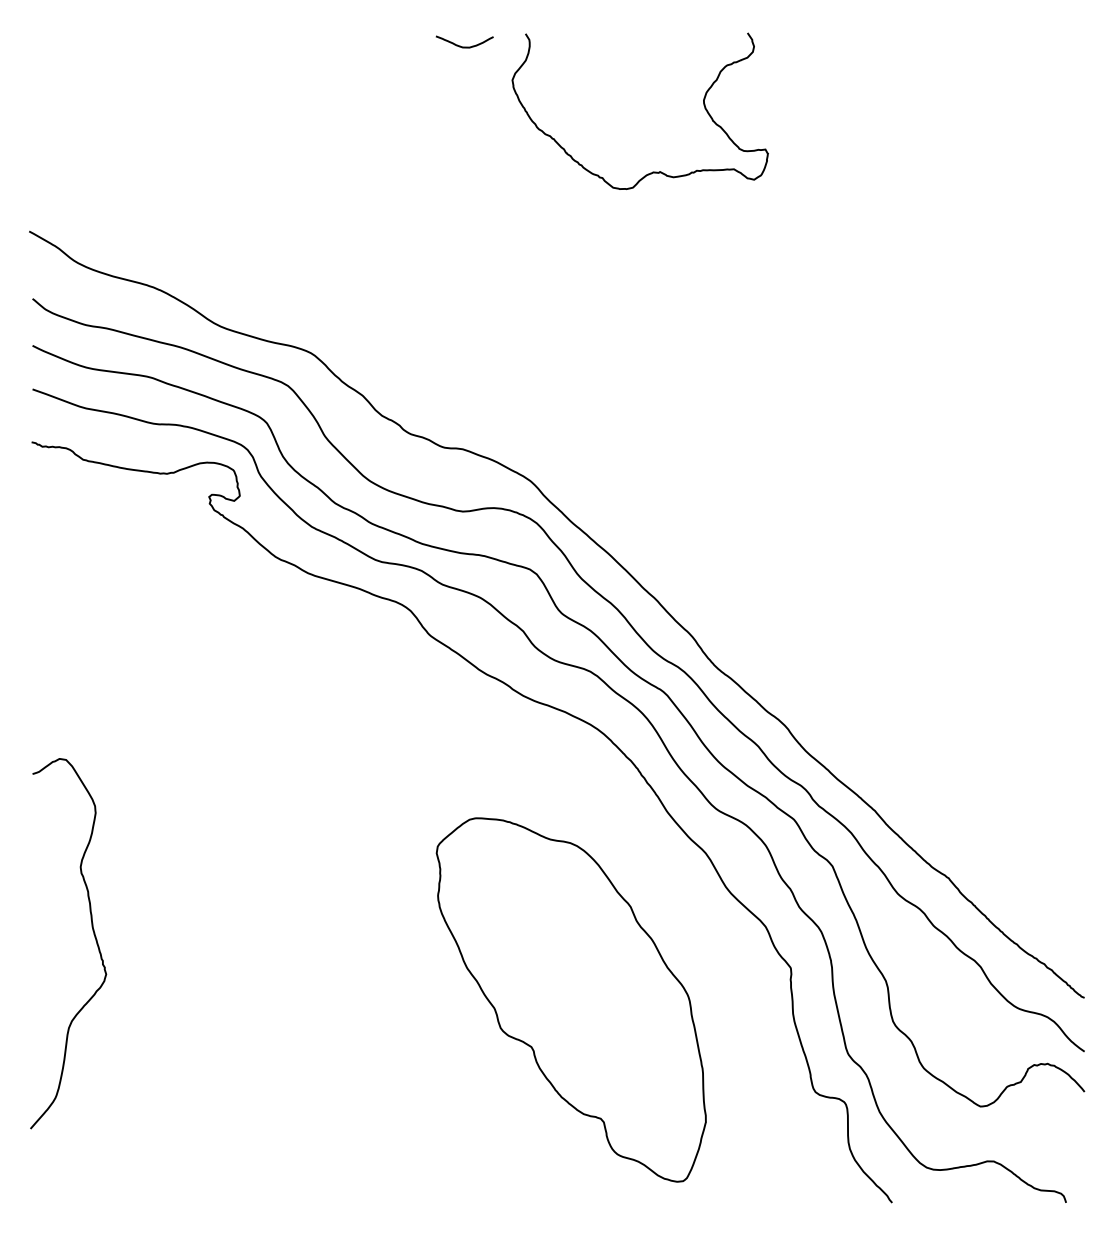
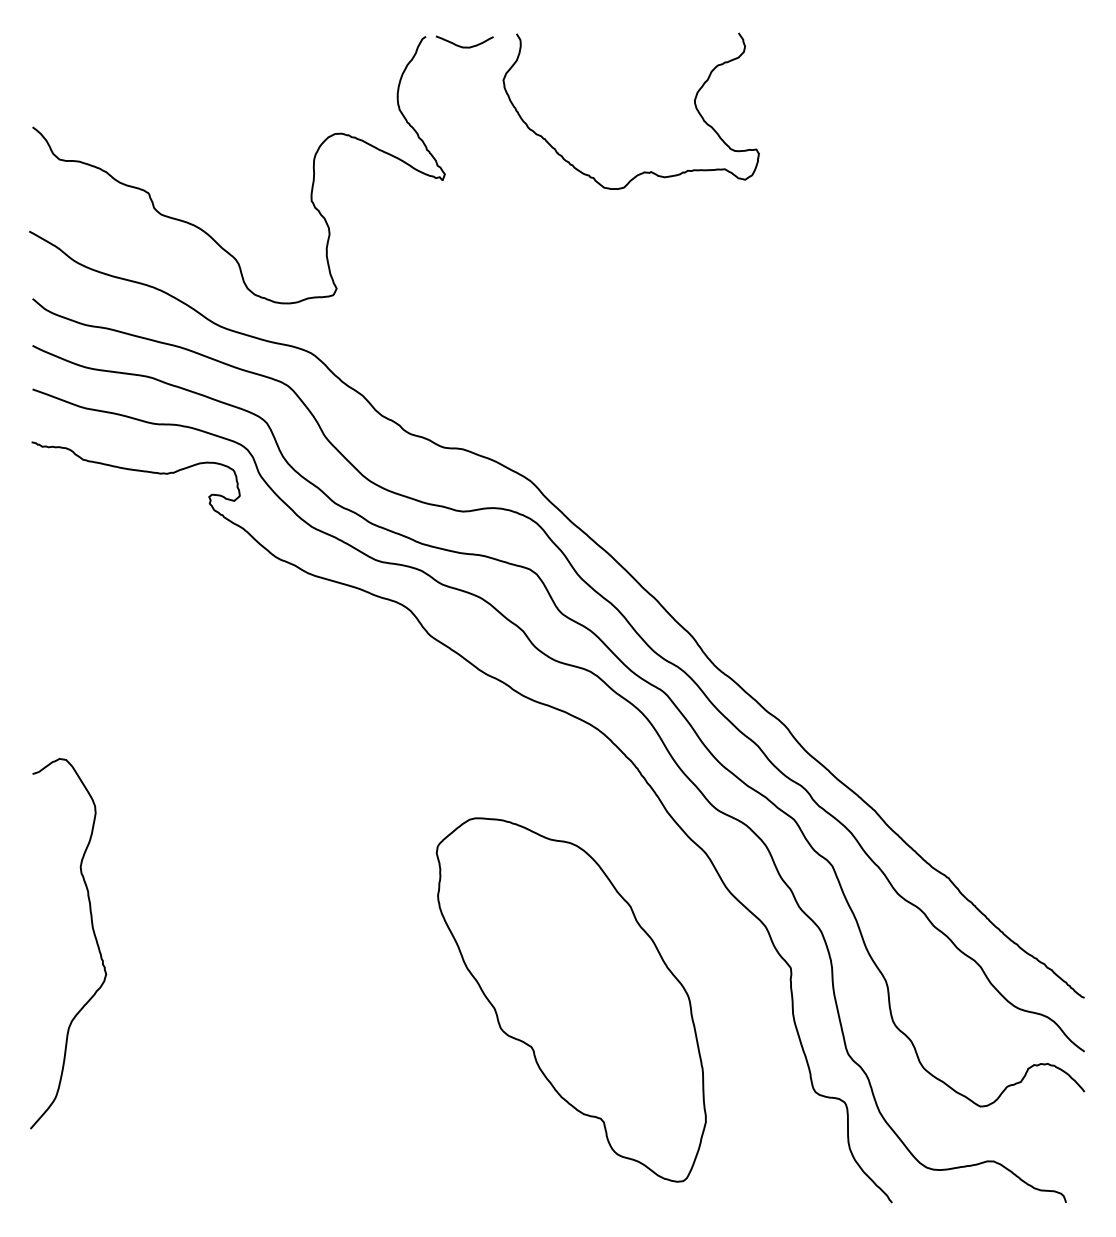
curve at (652, 171) position: (652, 171) -> (643, 171)
curve at (200, 227): none -> present
